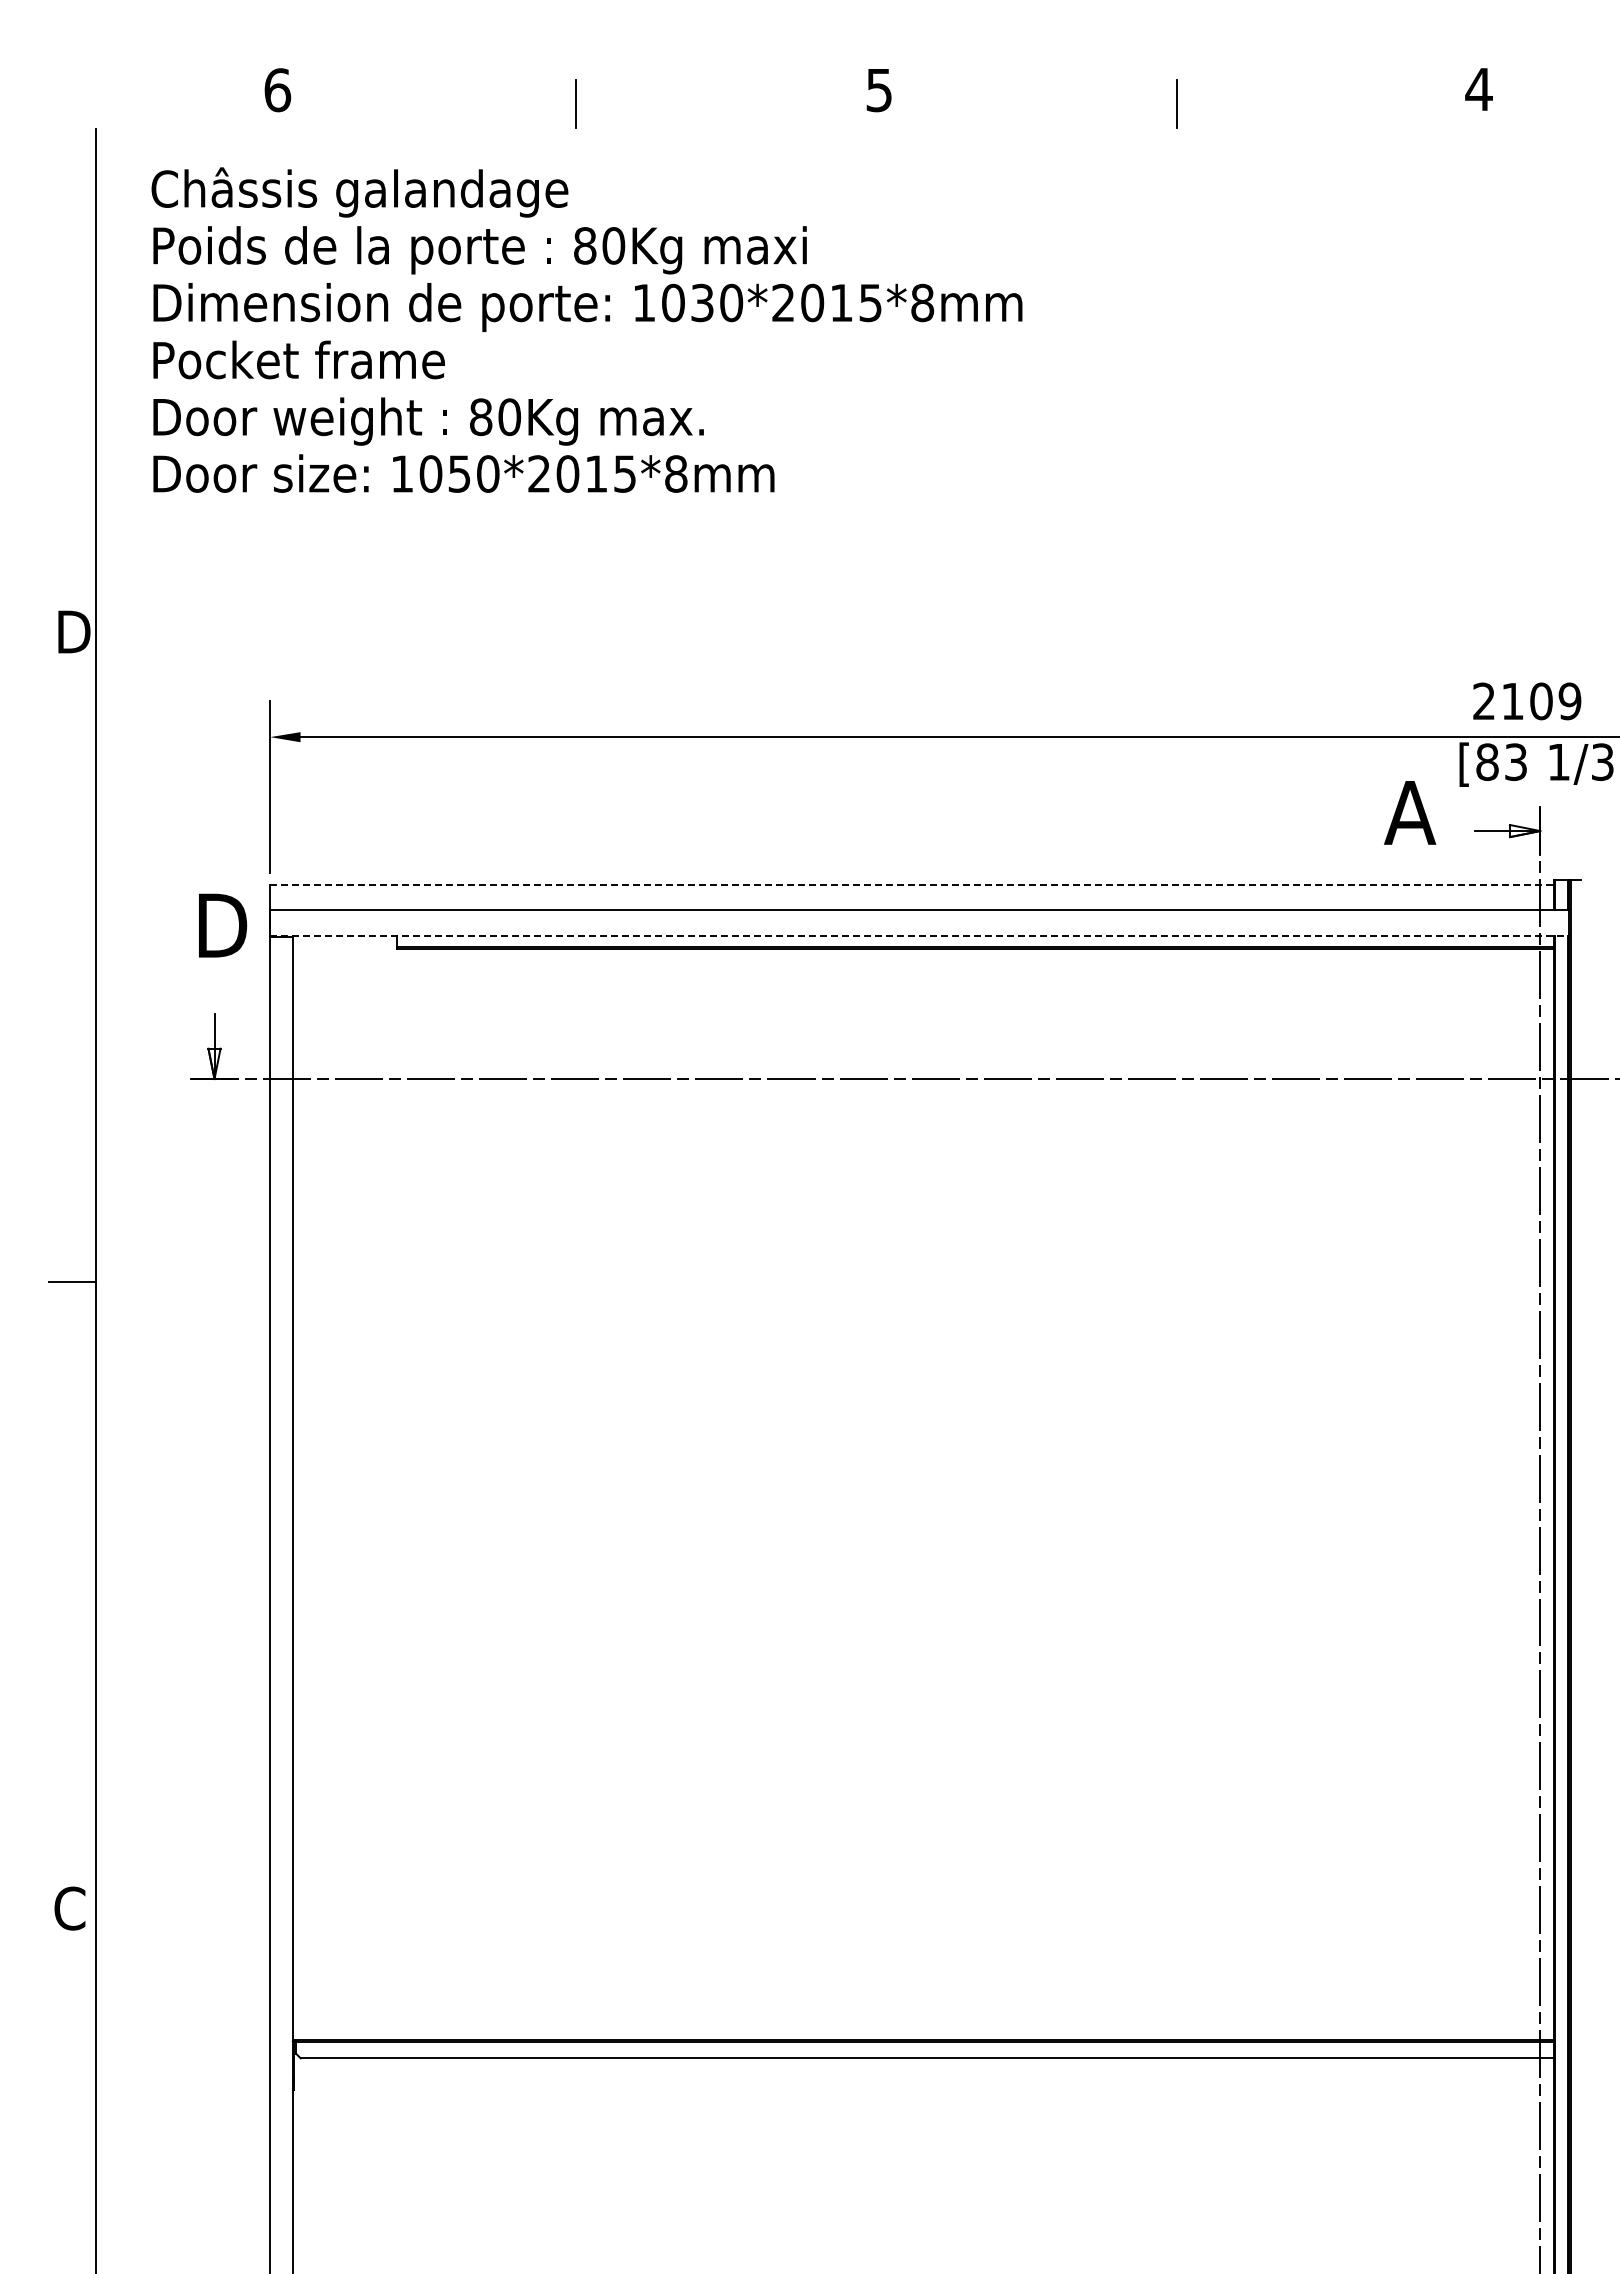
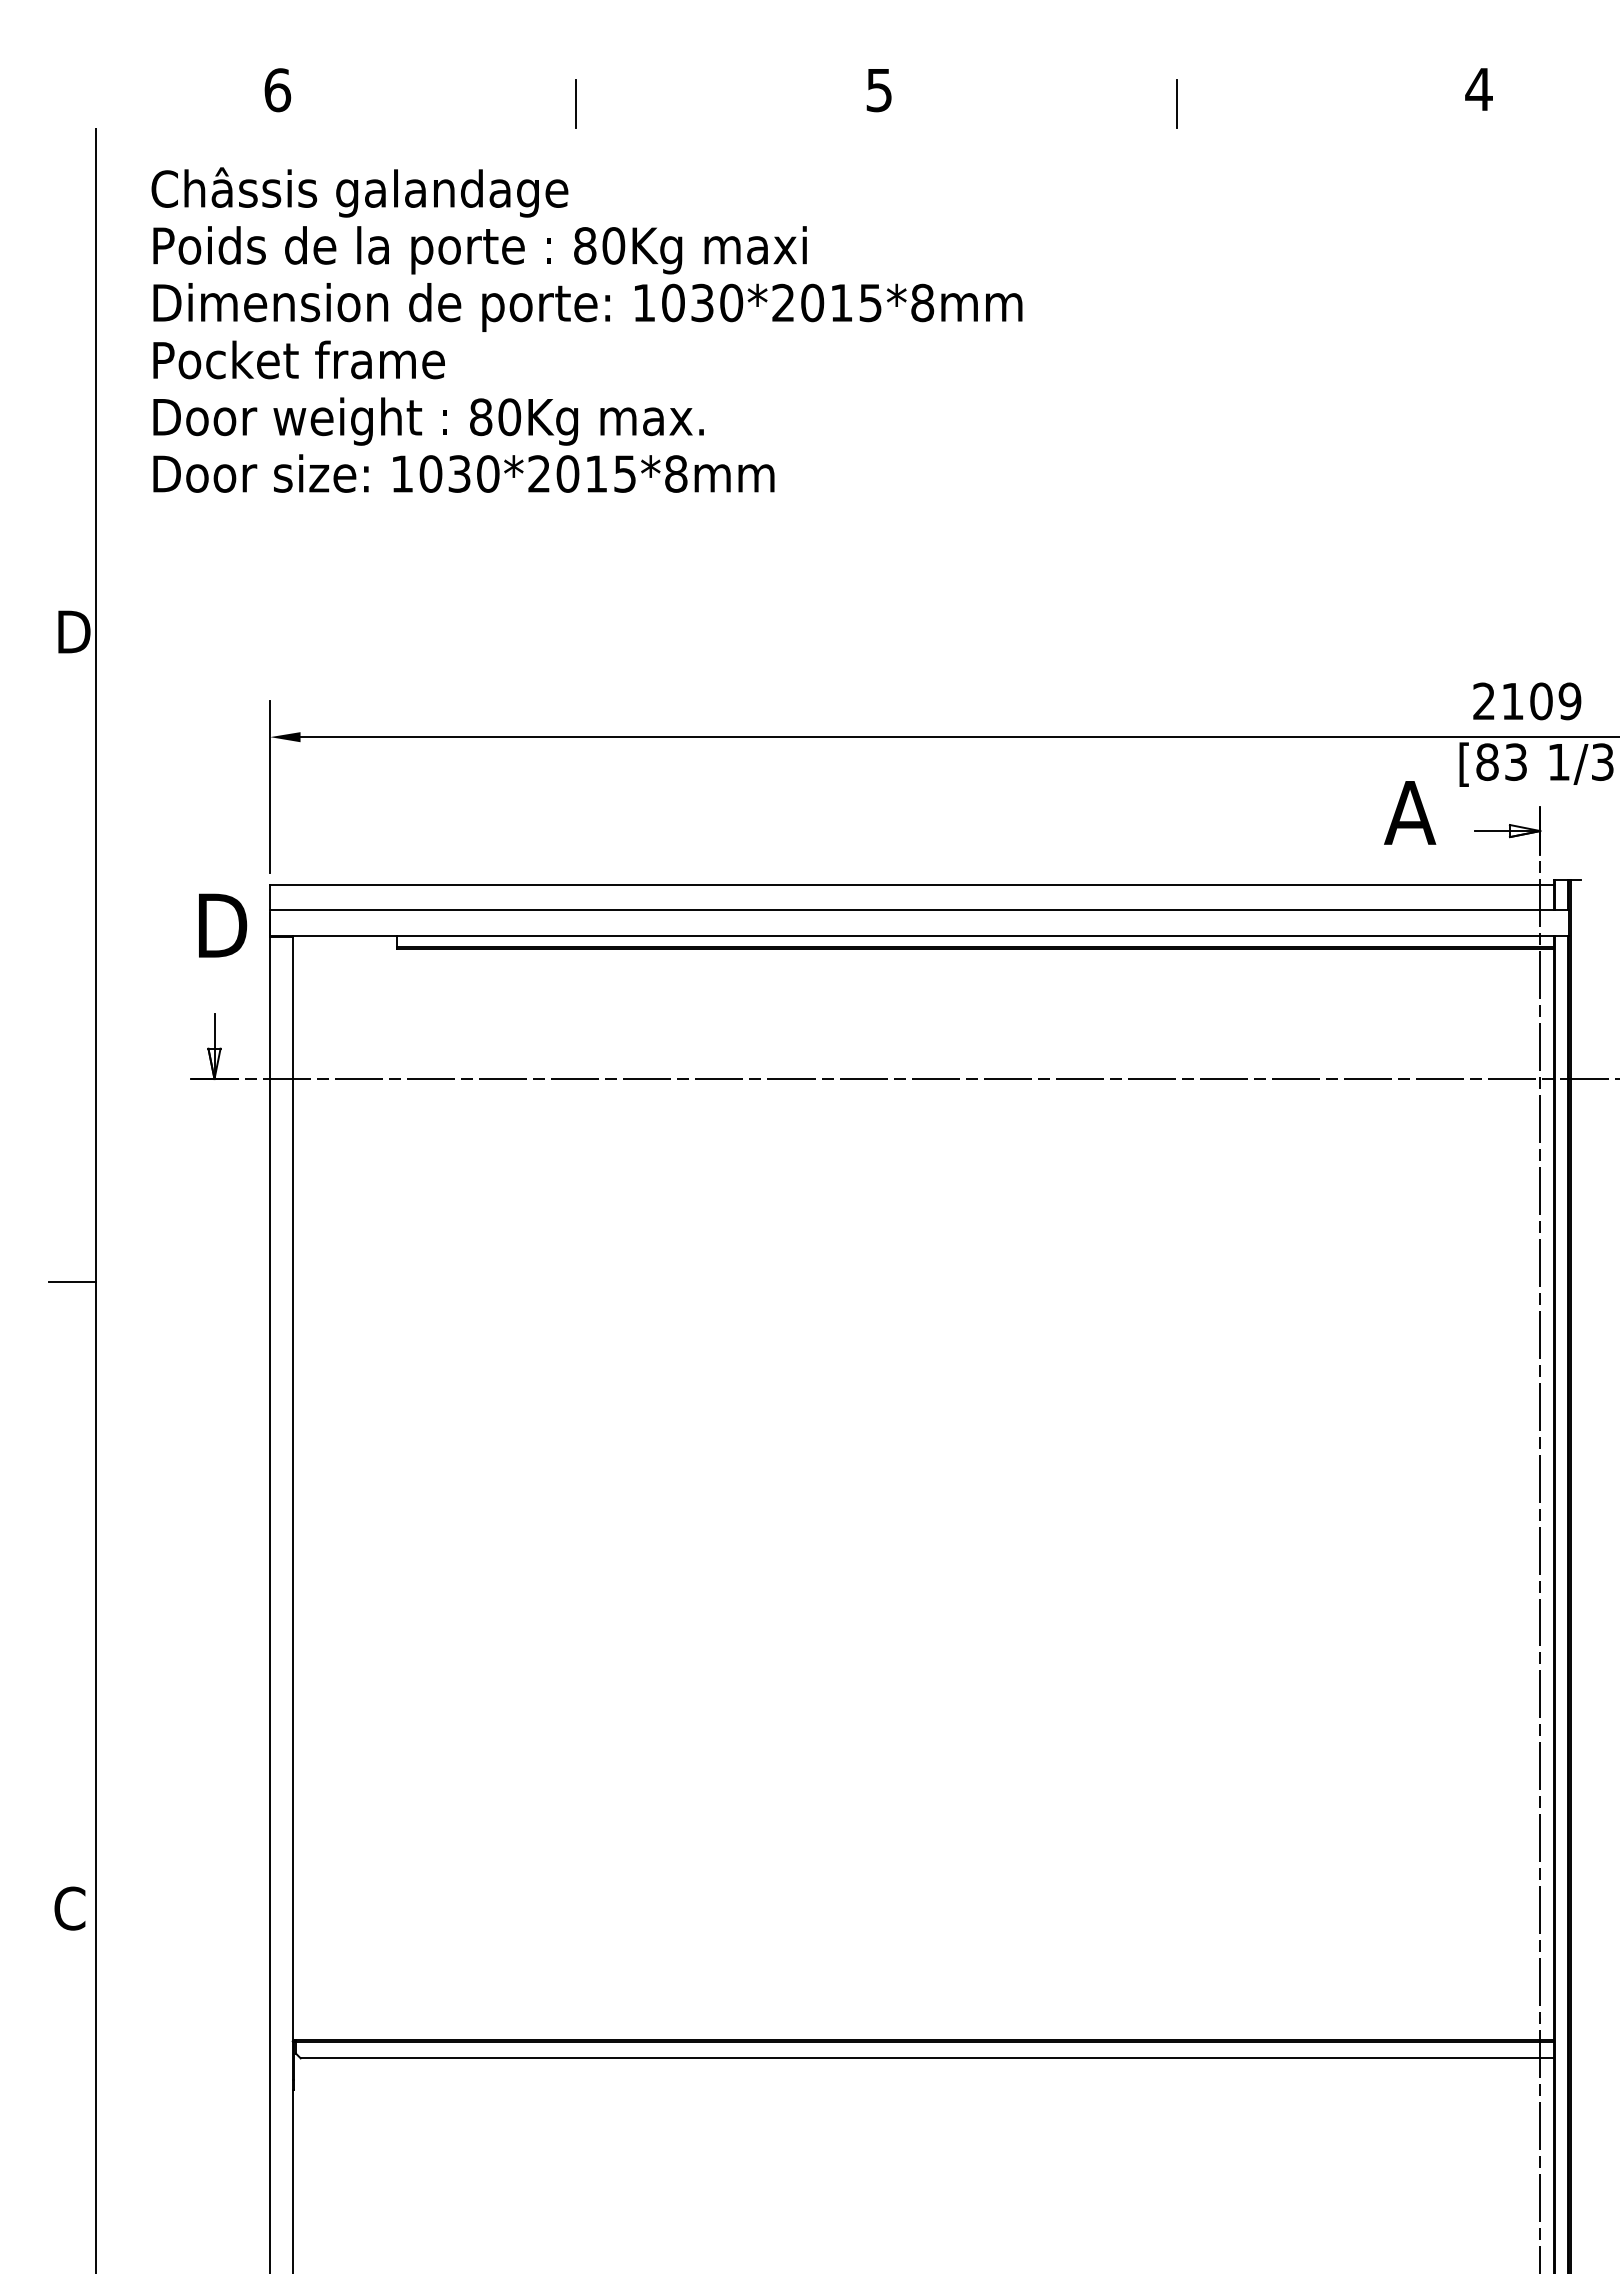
text at (459, 473): 1050*2015*8mm -> 1030*2015*8mm
line at (911, 884): dashed -> solid
line at (920, 936): dashed -> solid
